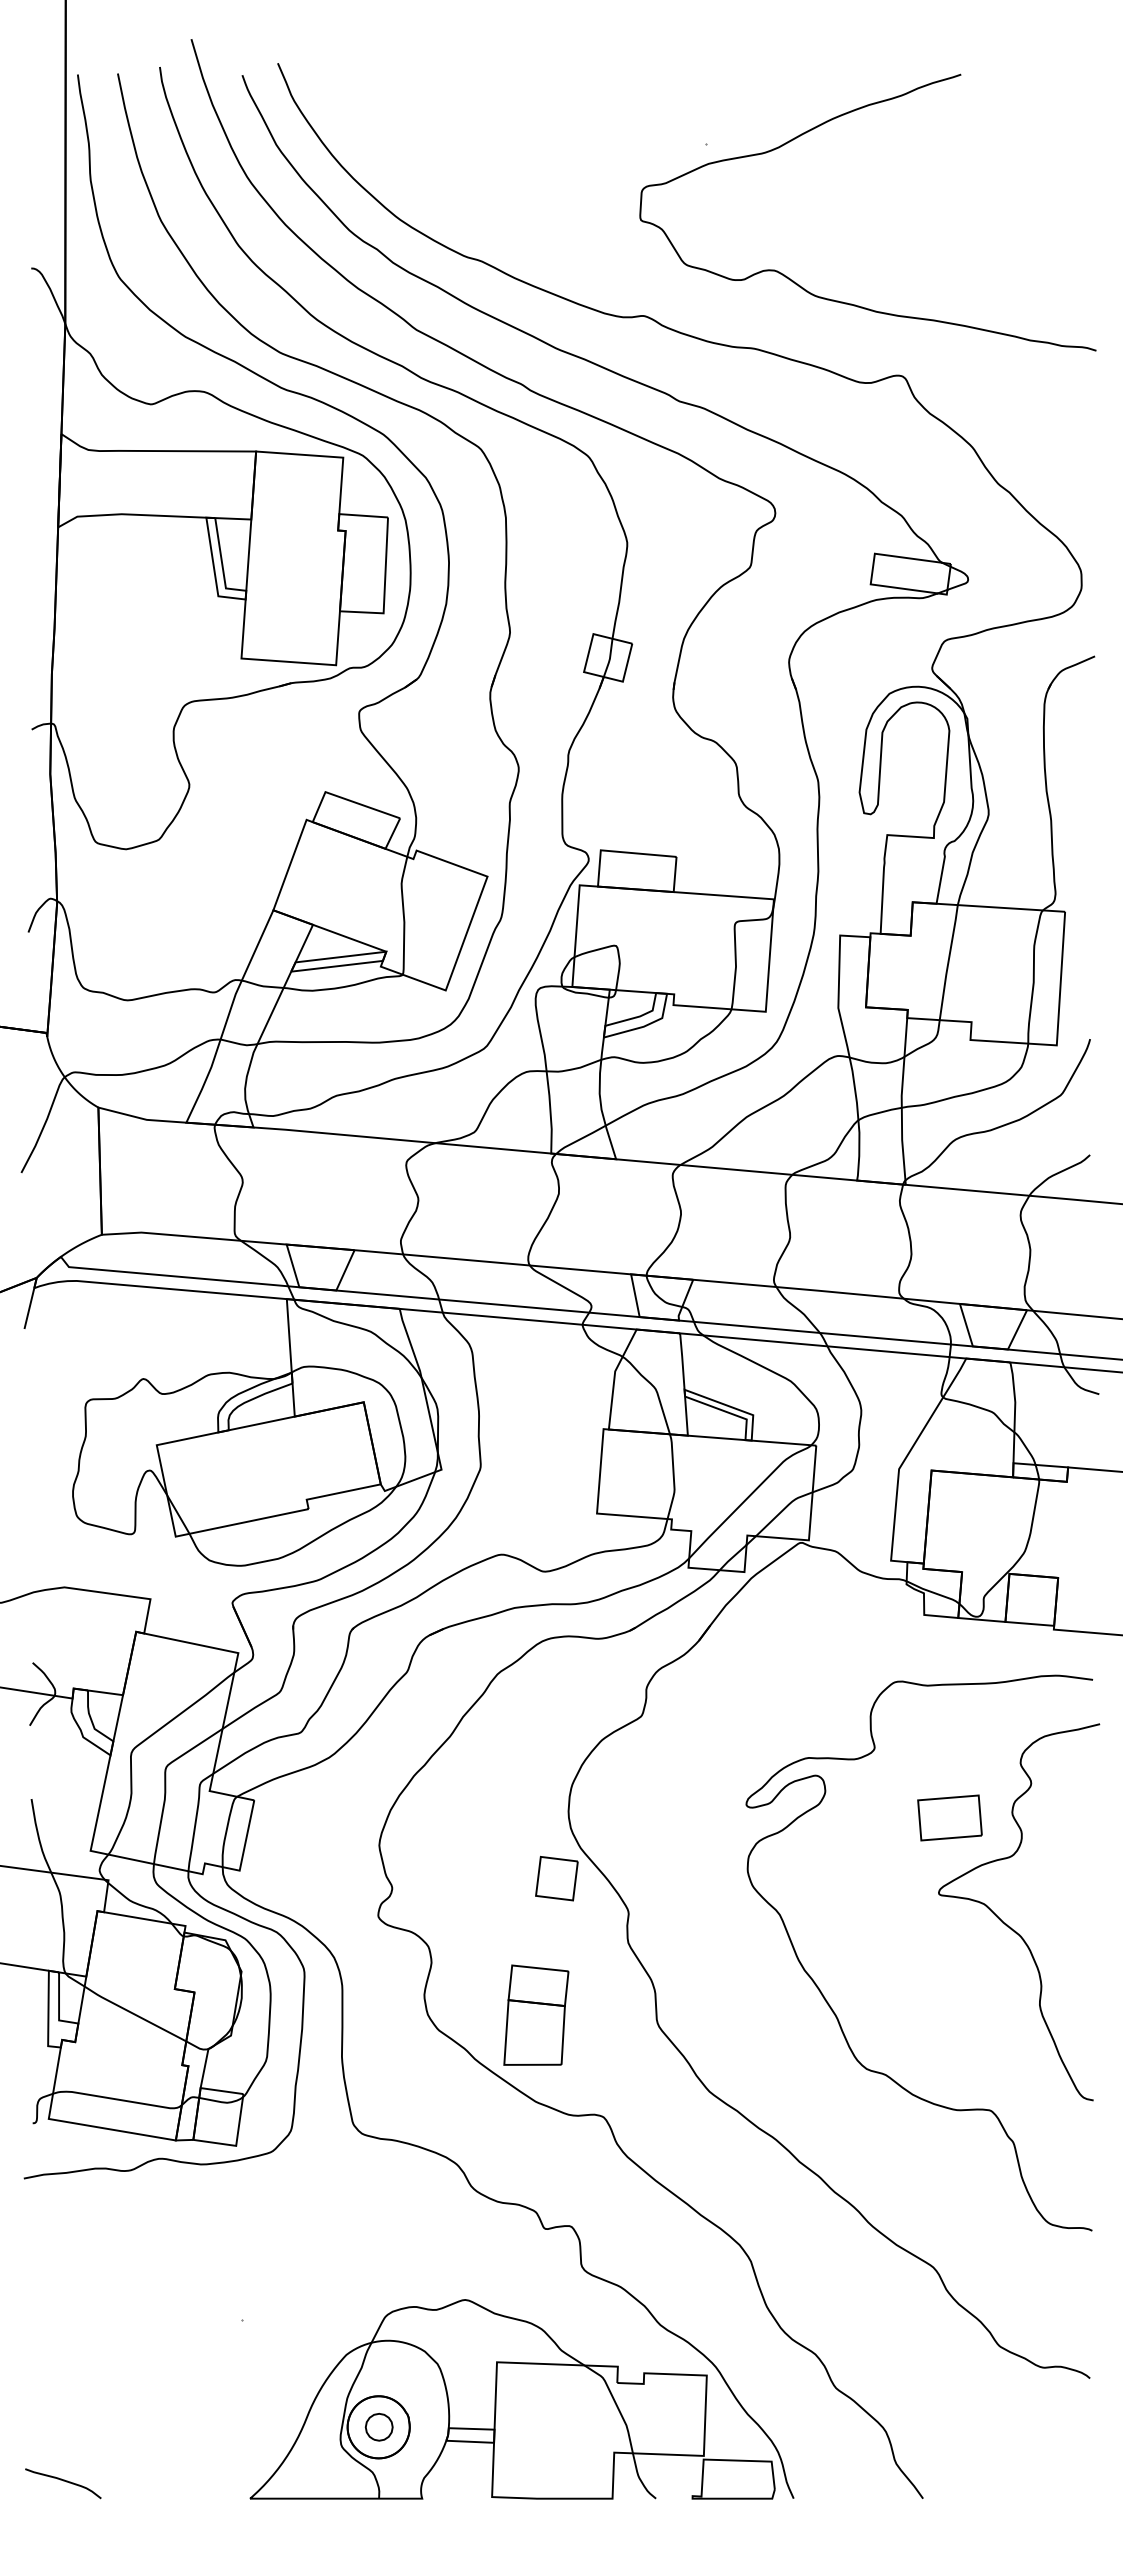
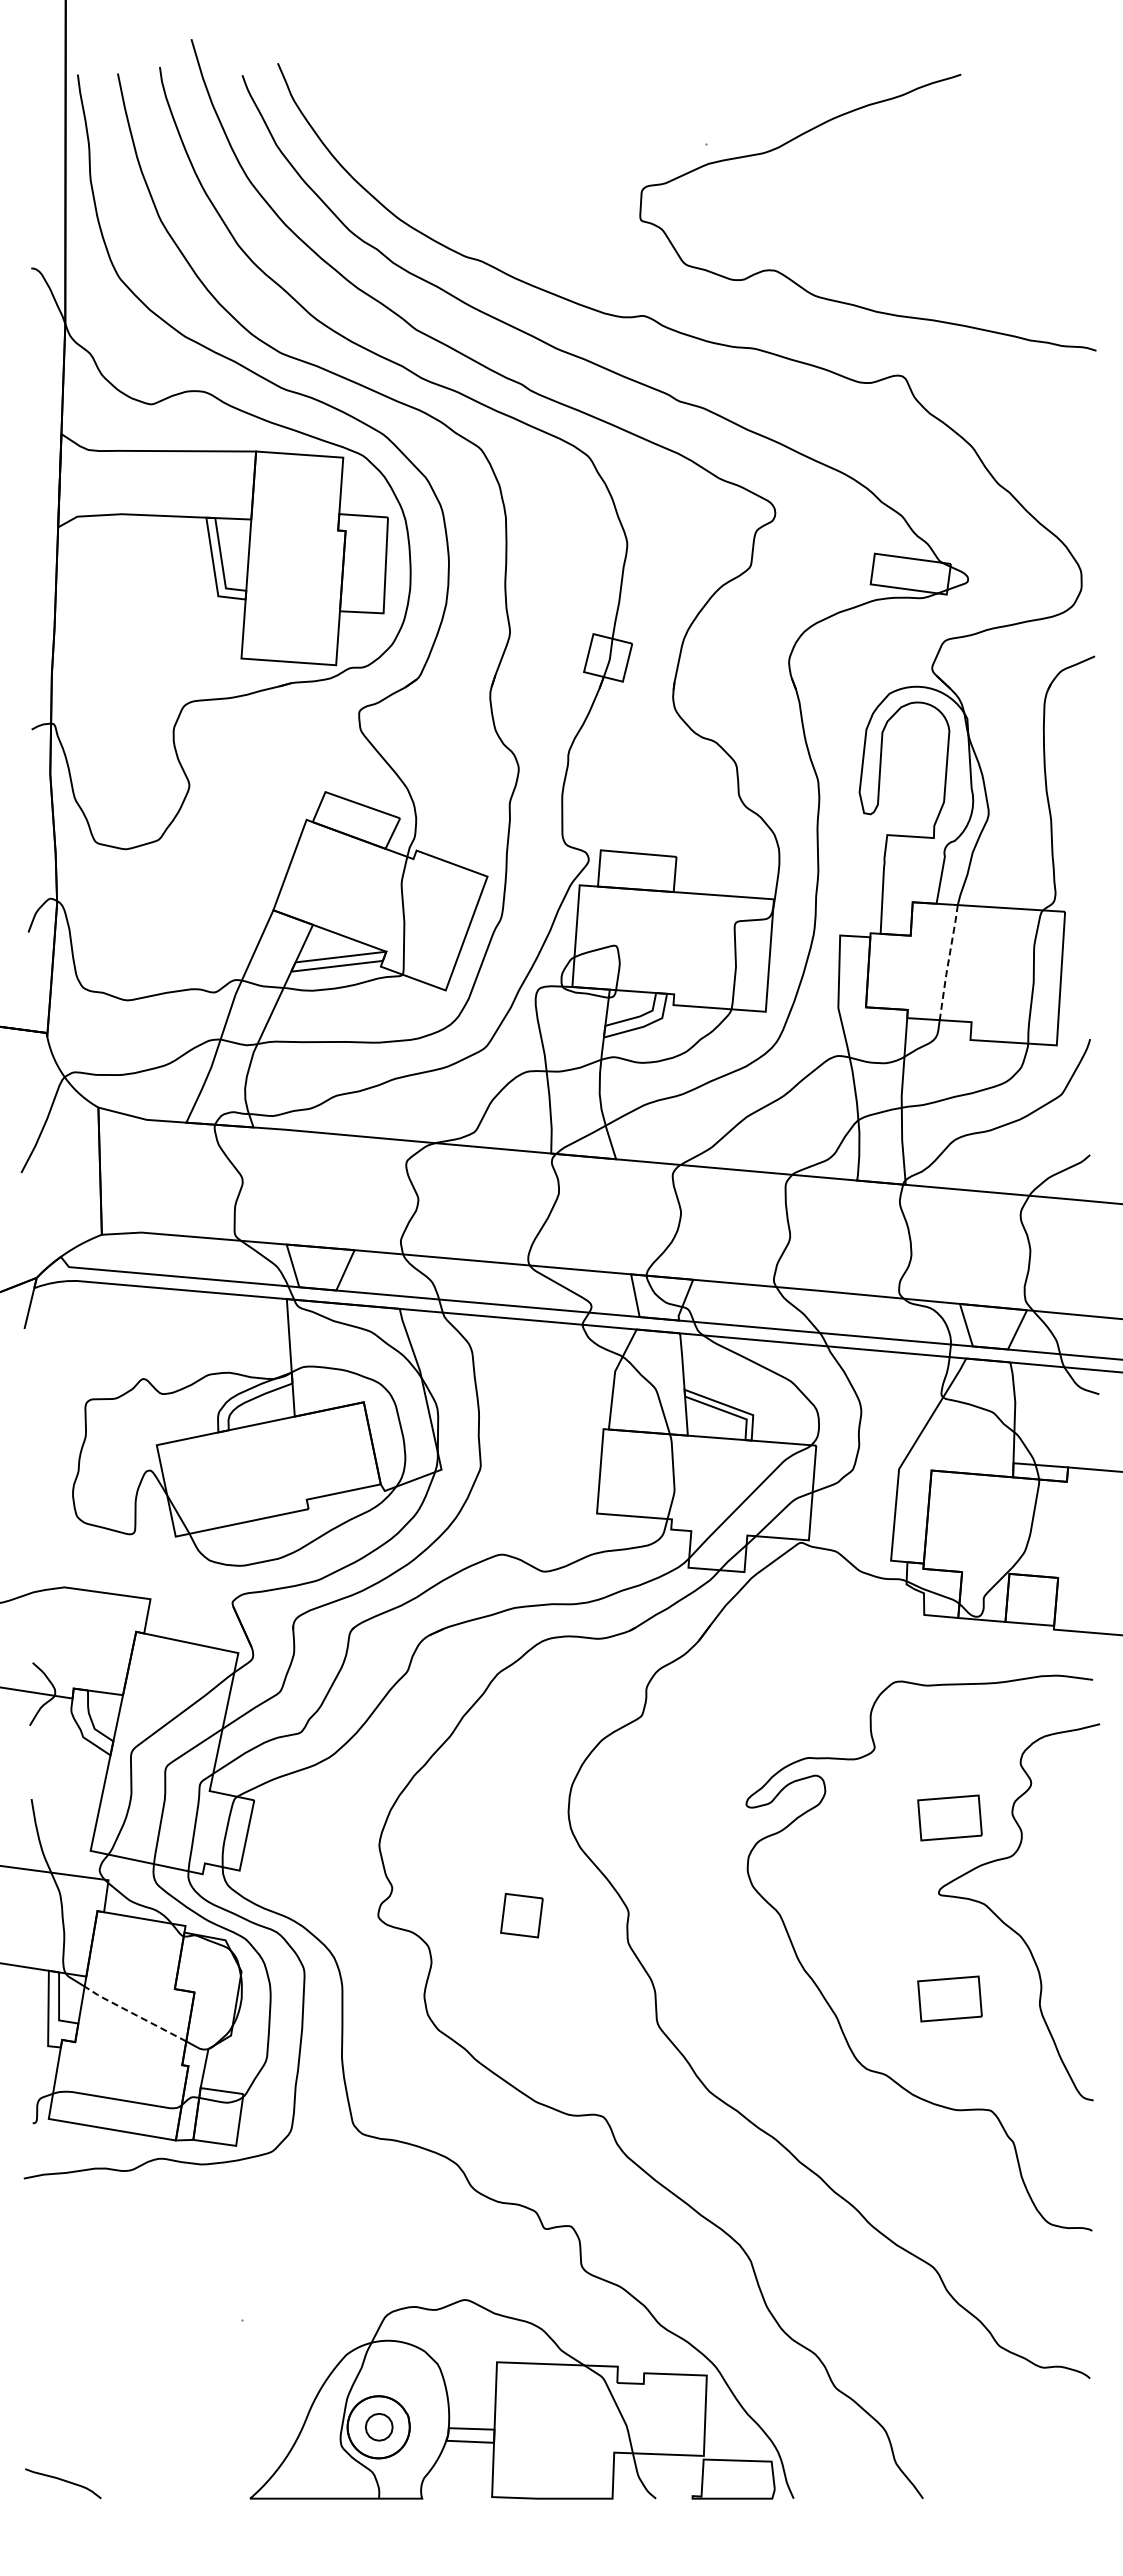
line at (948, 962): solid -> dashed
part at (556, 1878) position: (556, 1878) -> (521, 1915)
part at (949, 1998): none -> present
line at (133, 2013): solid -> dashed
part at (536, 2014): present -> none
